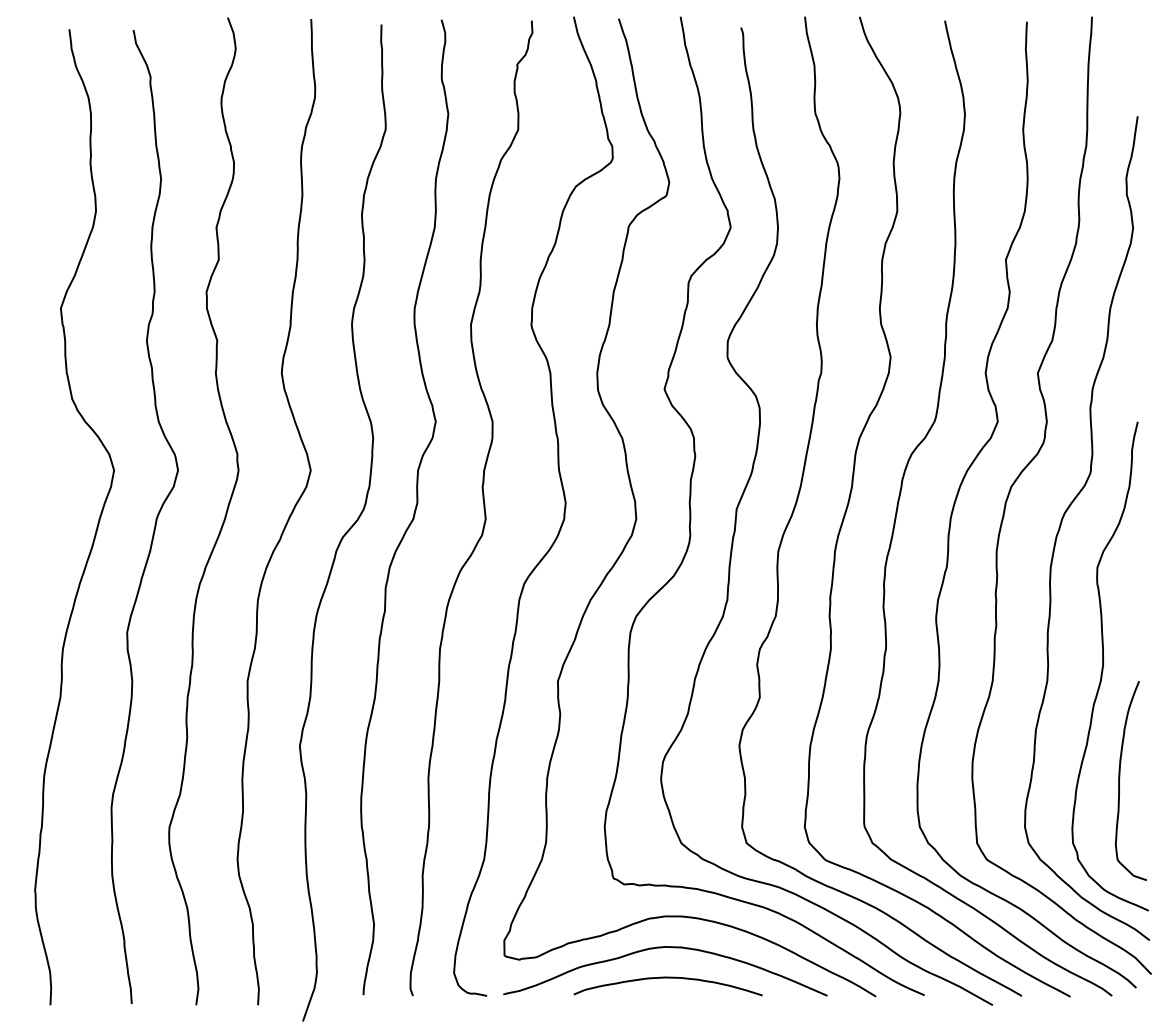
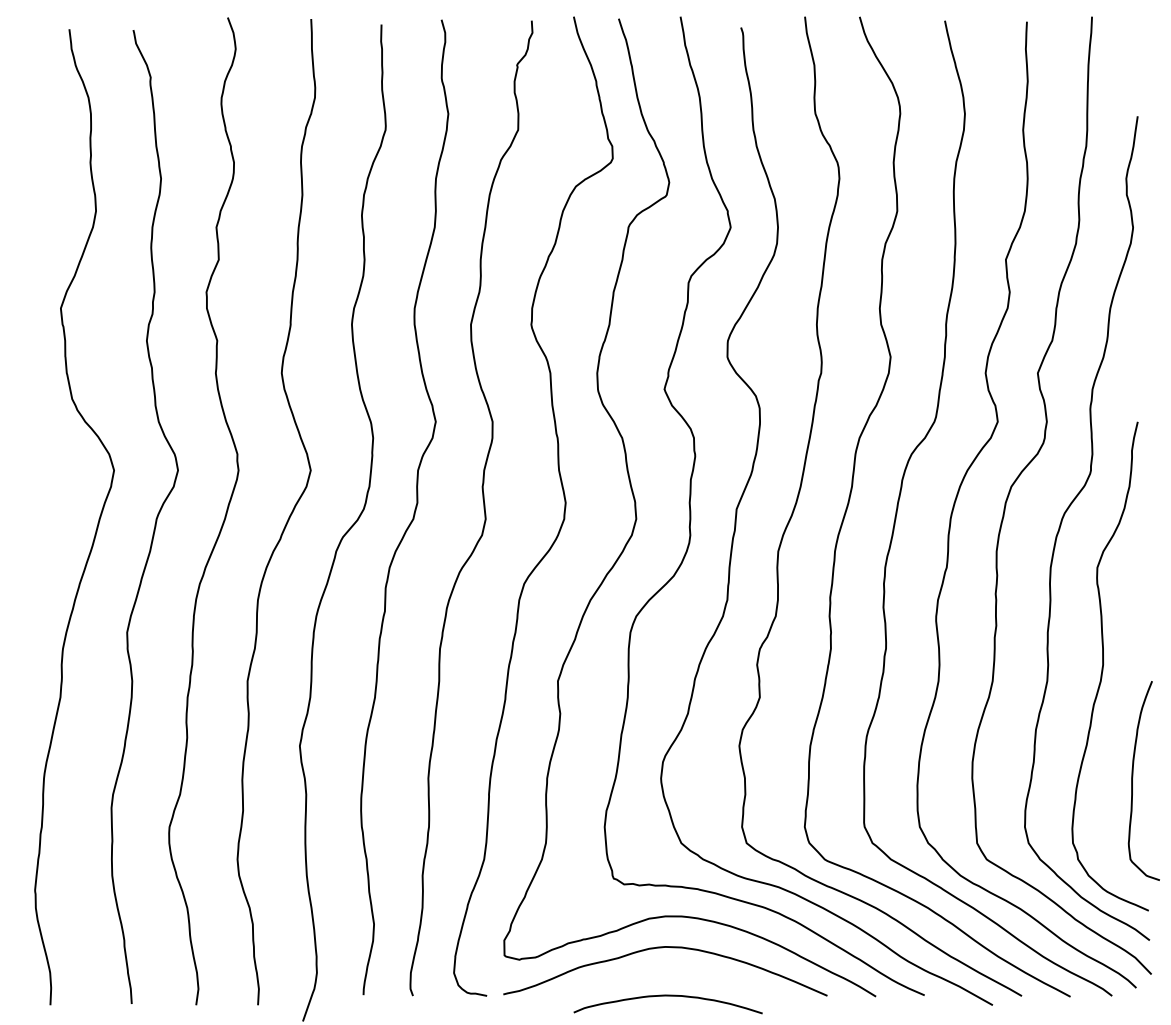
curve at (1120, 777) position: (1120, 777) -> (1133, 777)
curve at (667, 978) position: (667, 978) -> (667, 996)
